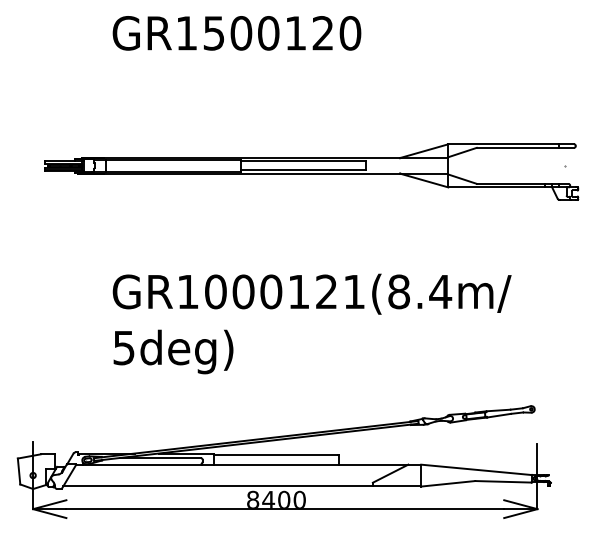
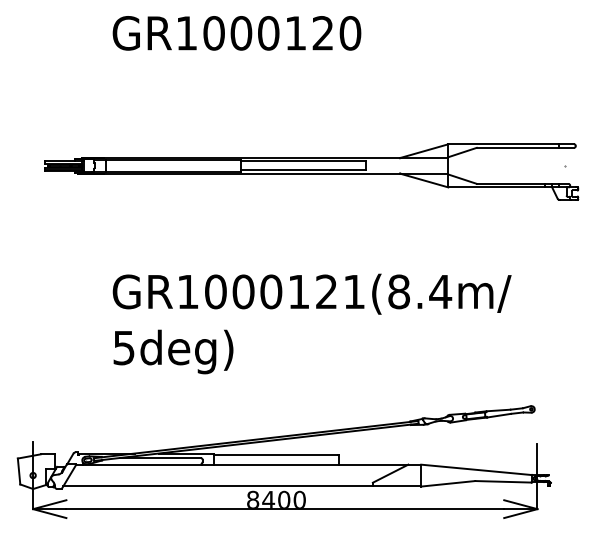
text at (213, 33): GR1500120 -> GR1000120
